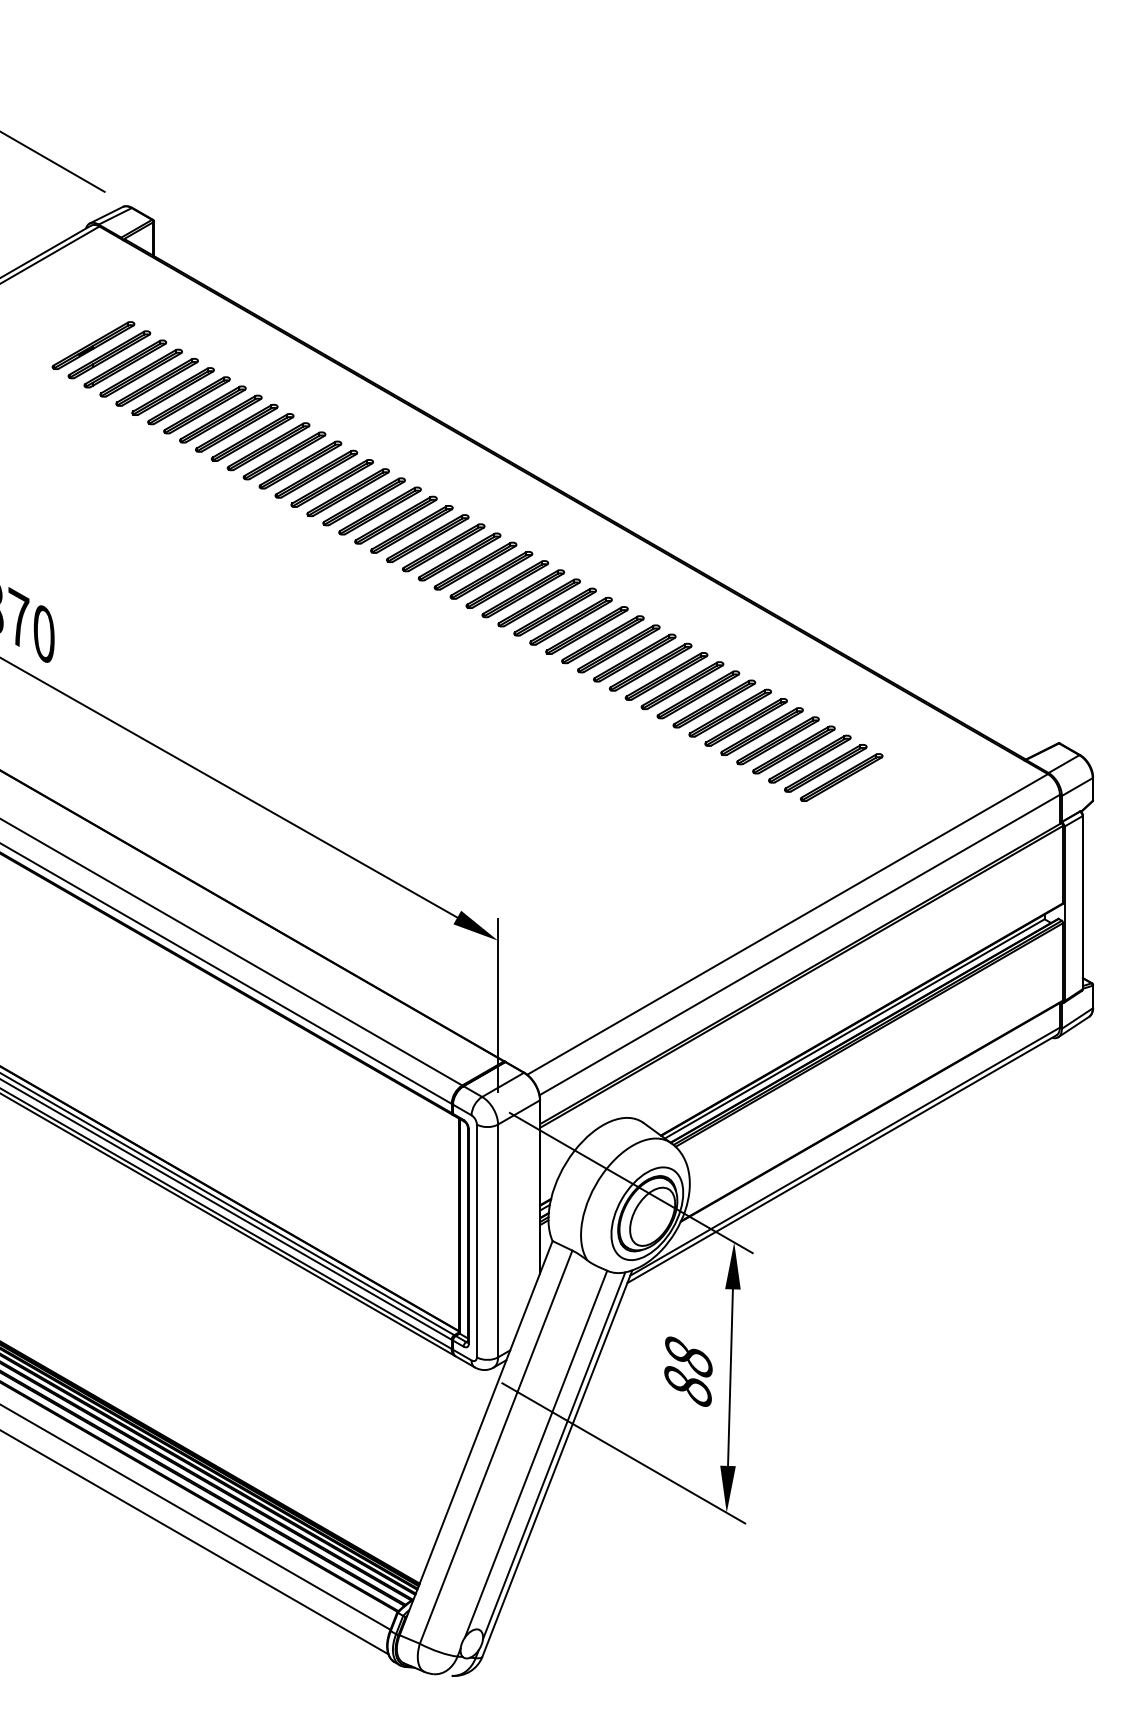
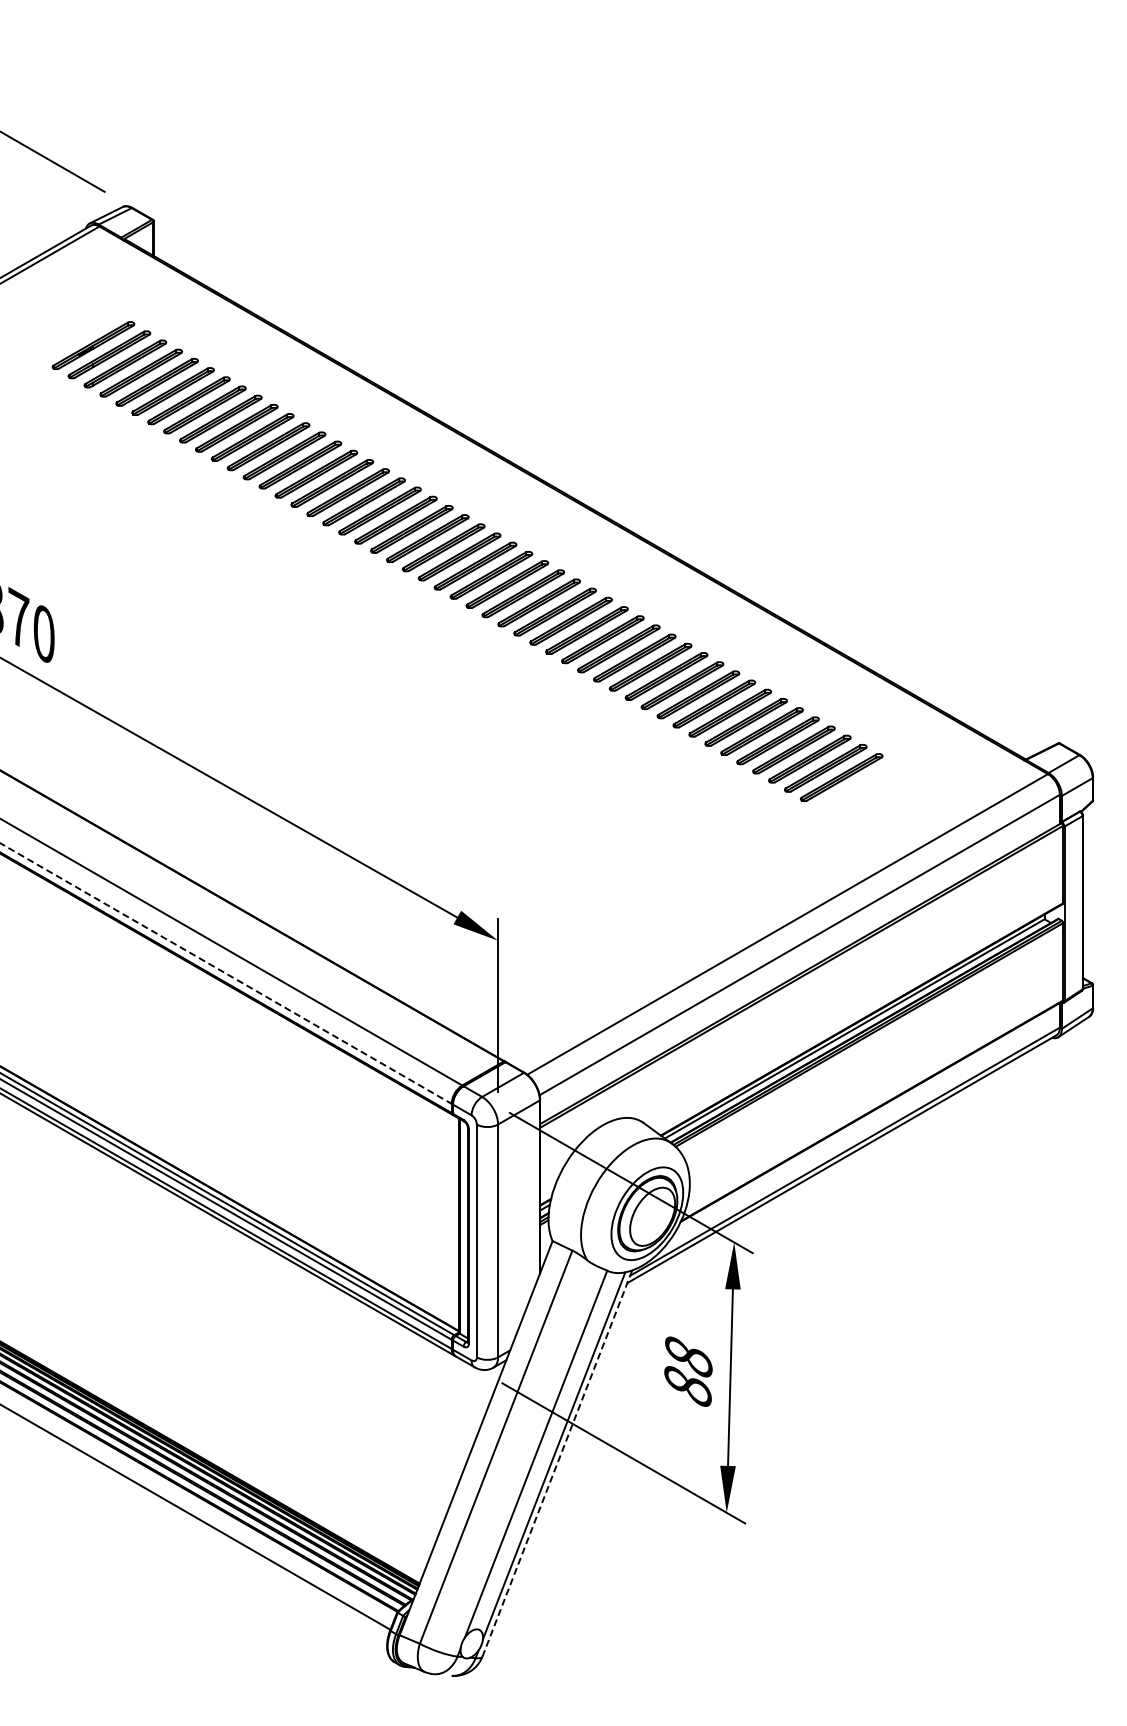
line at (226, 973): solid -> dashed
line at (557, 1463): solid -> dashed
line at (195, 1542): present -> none
